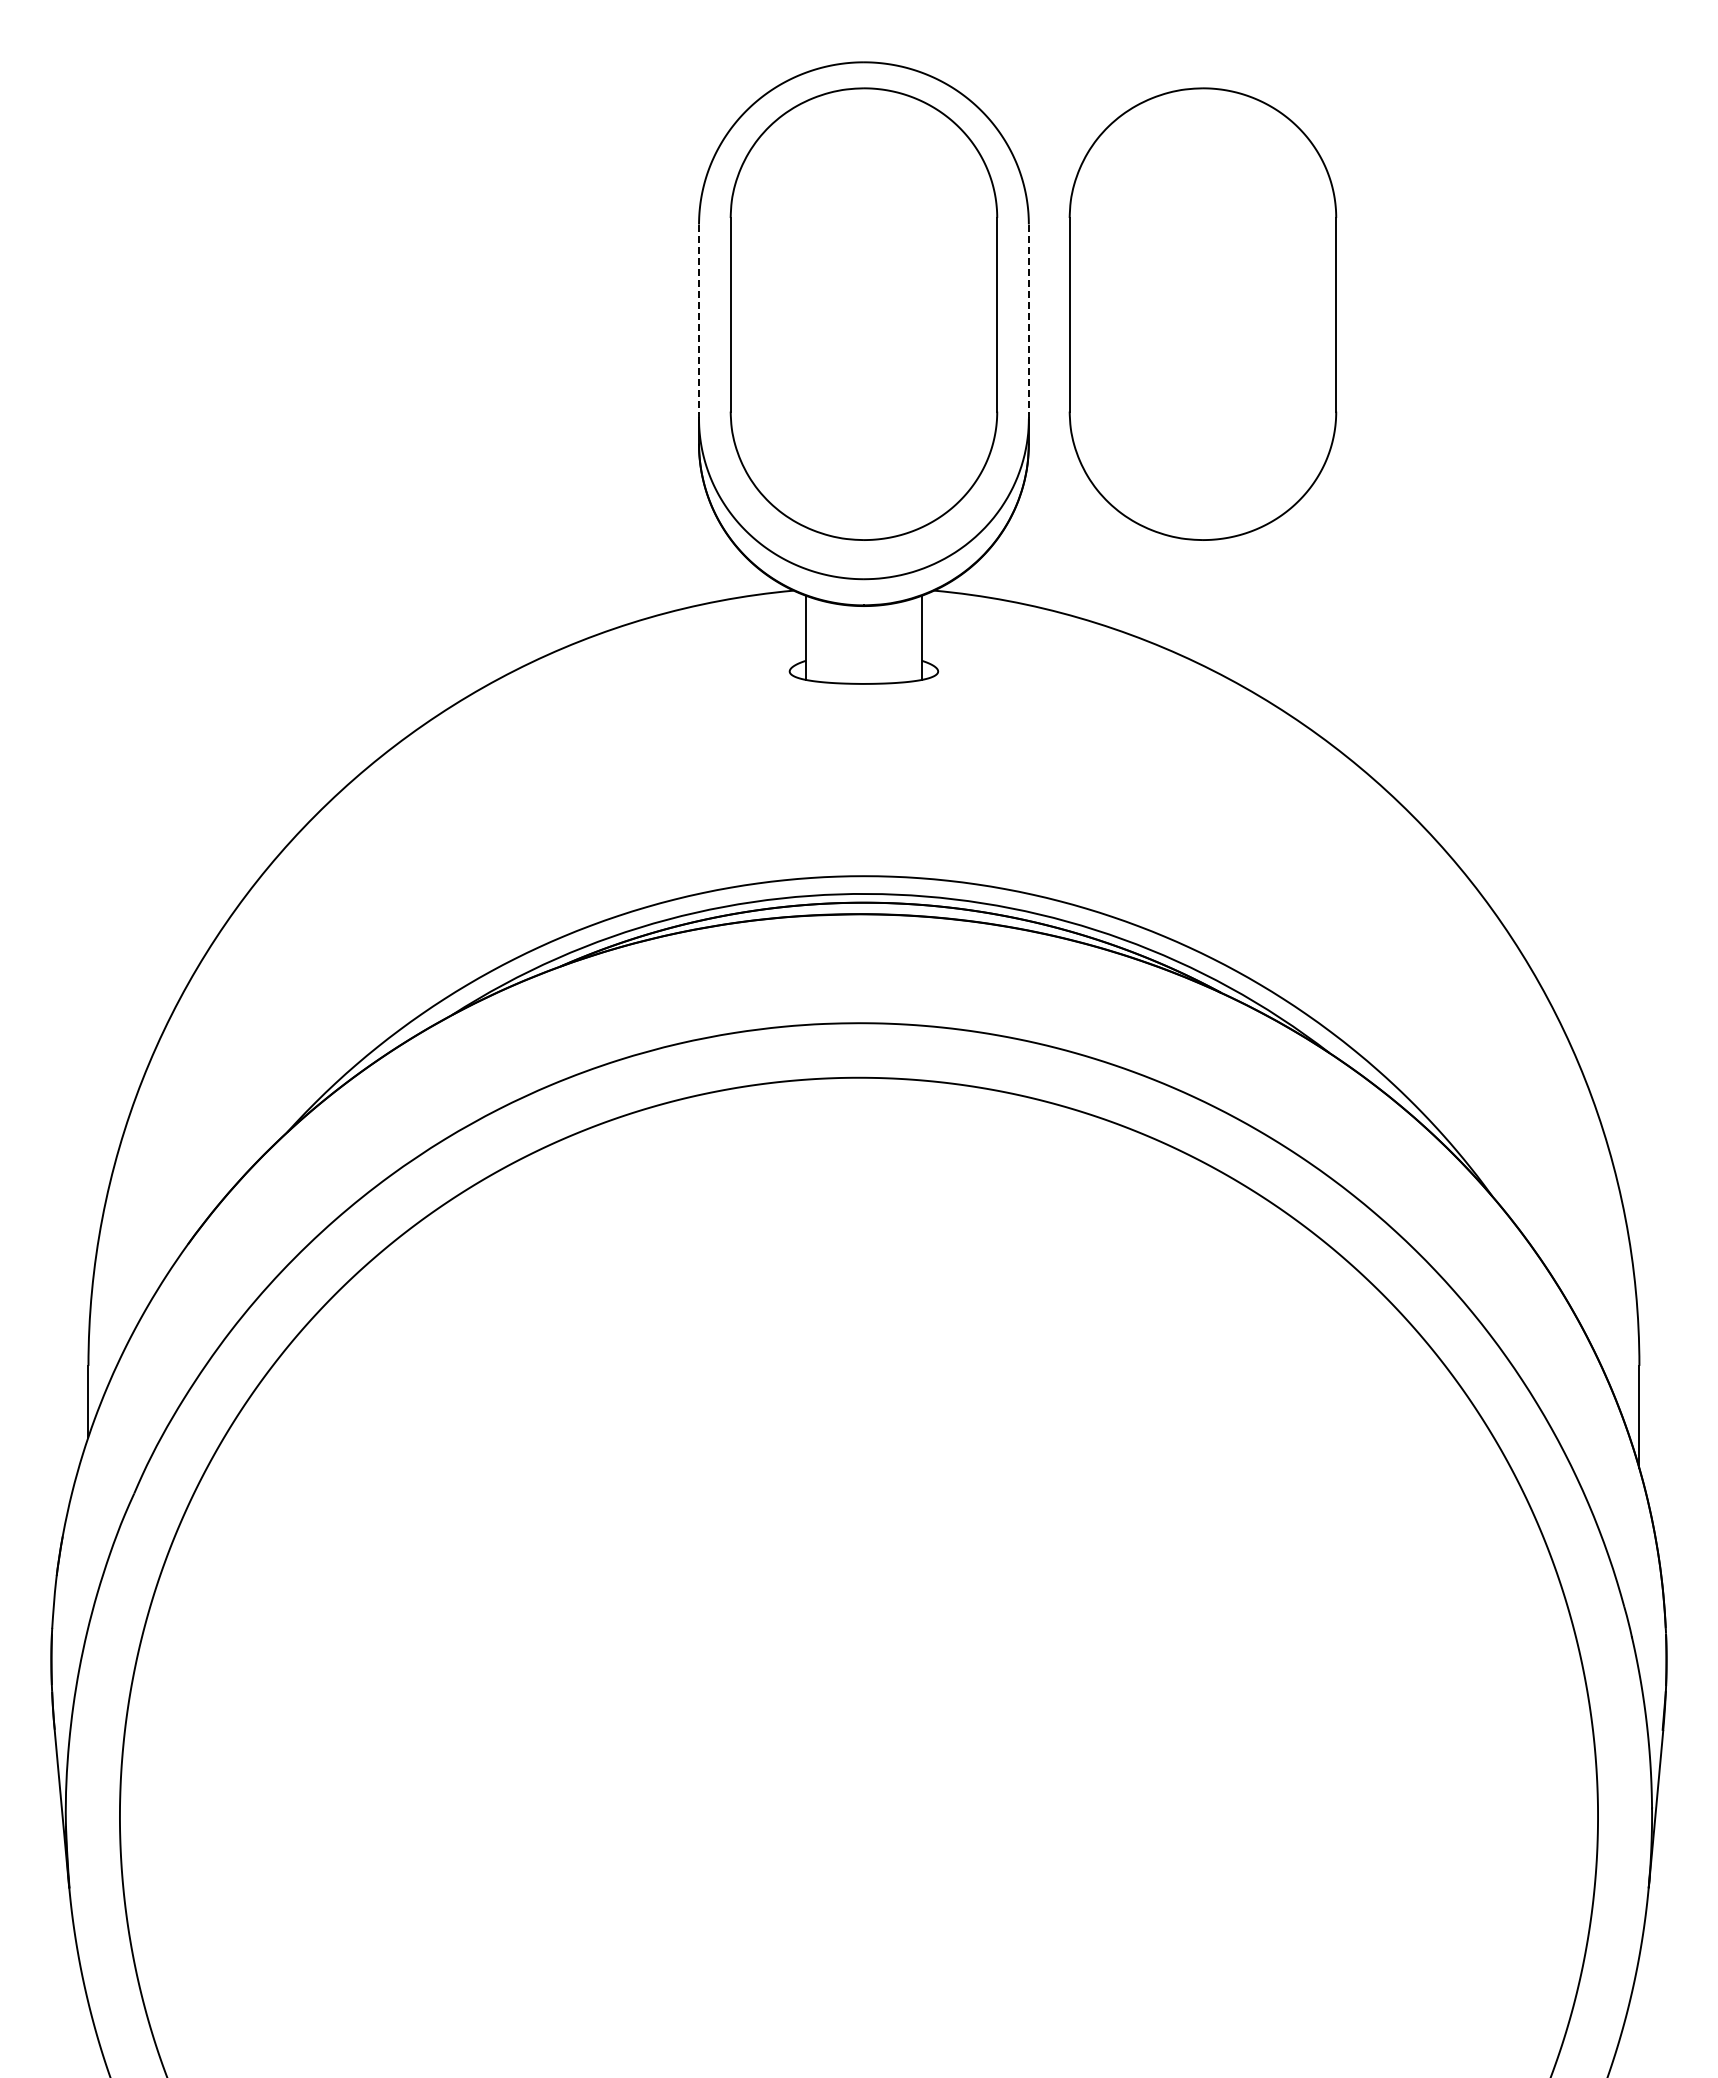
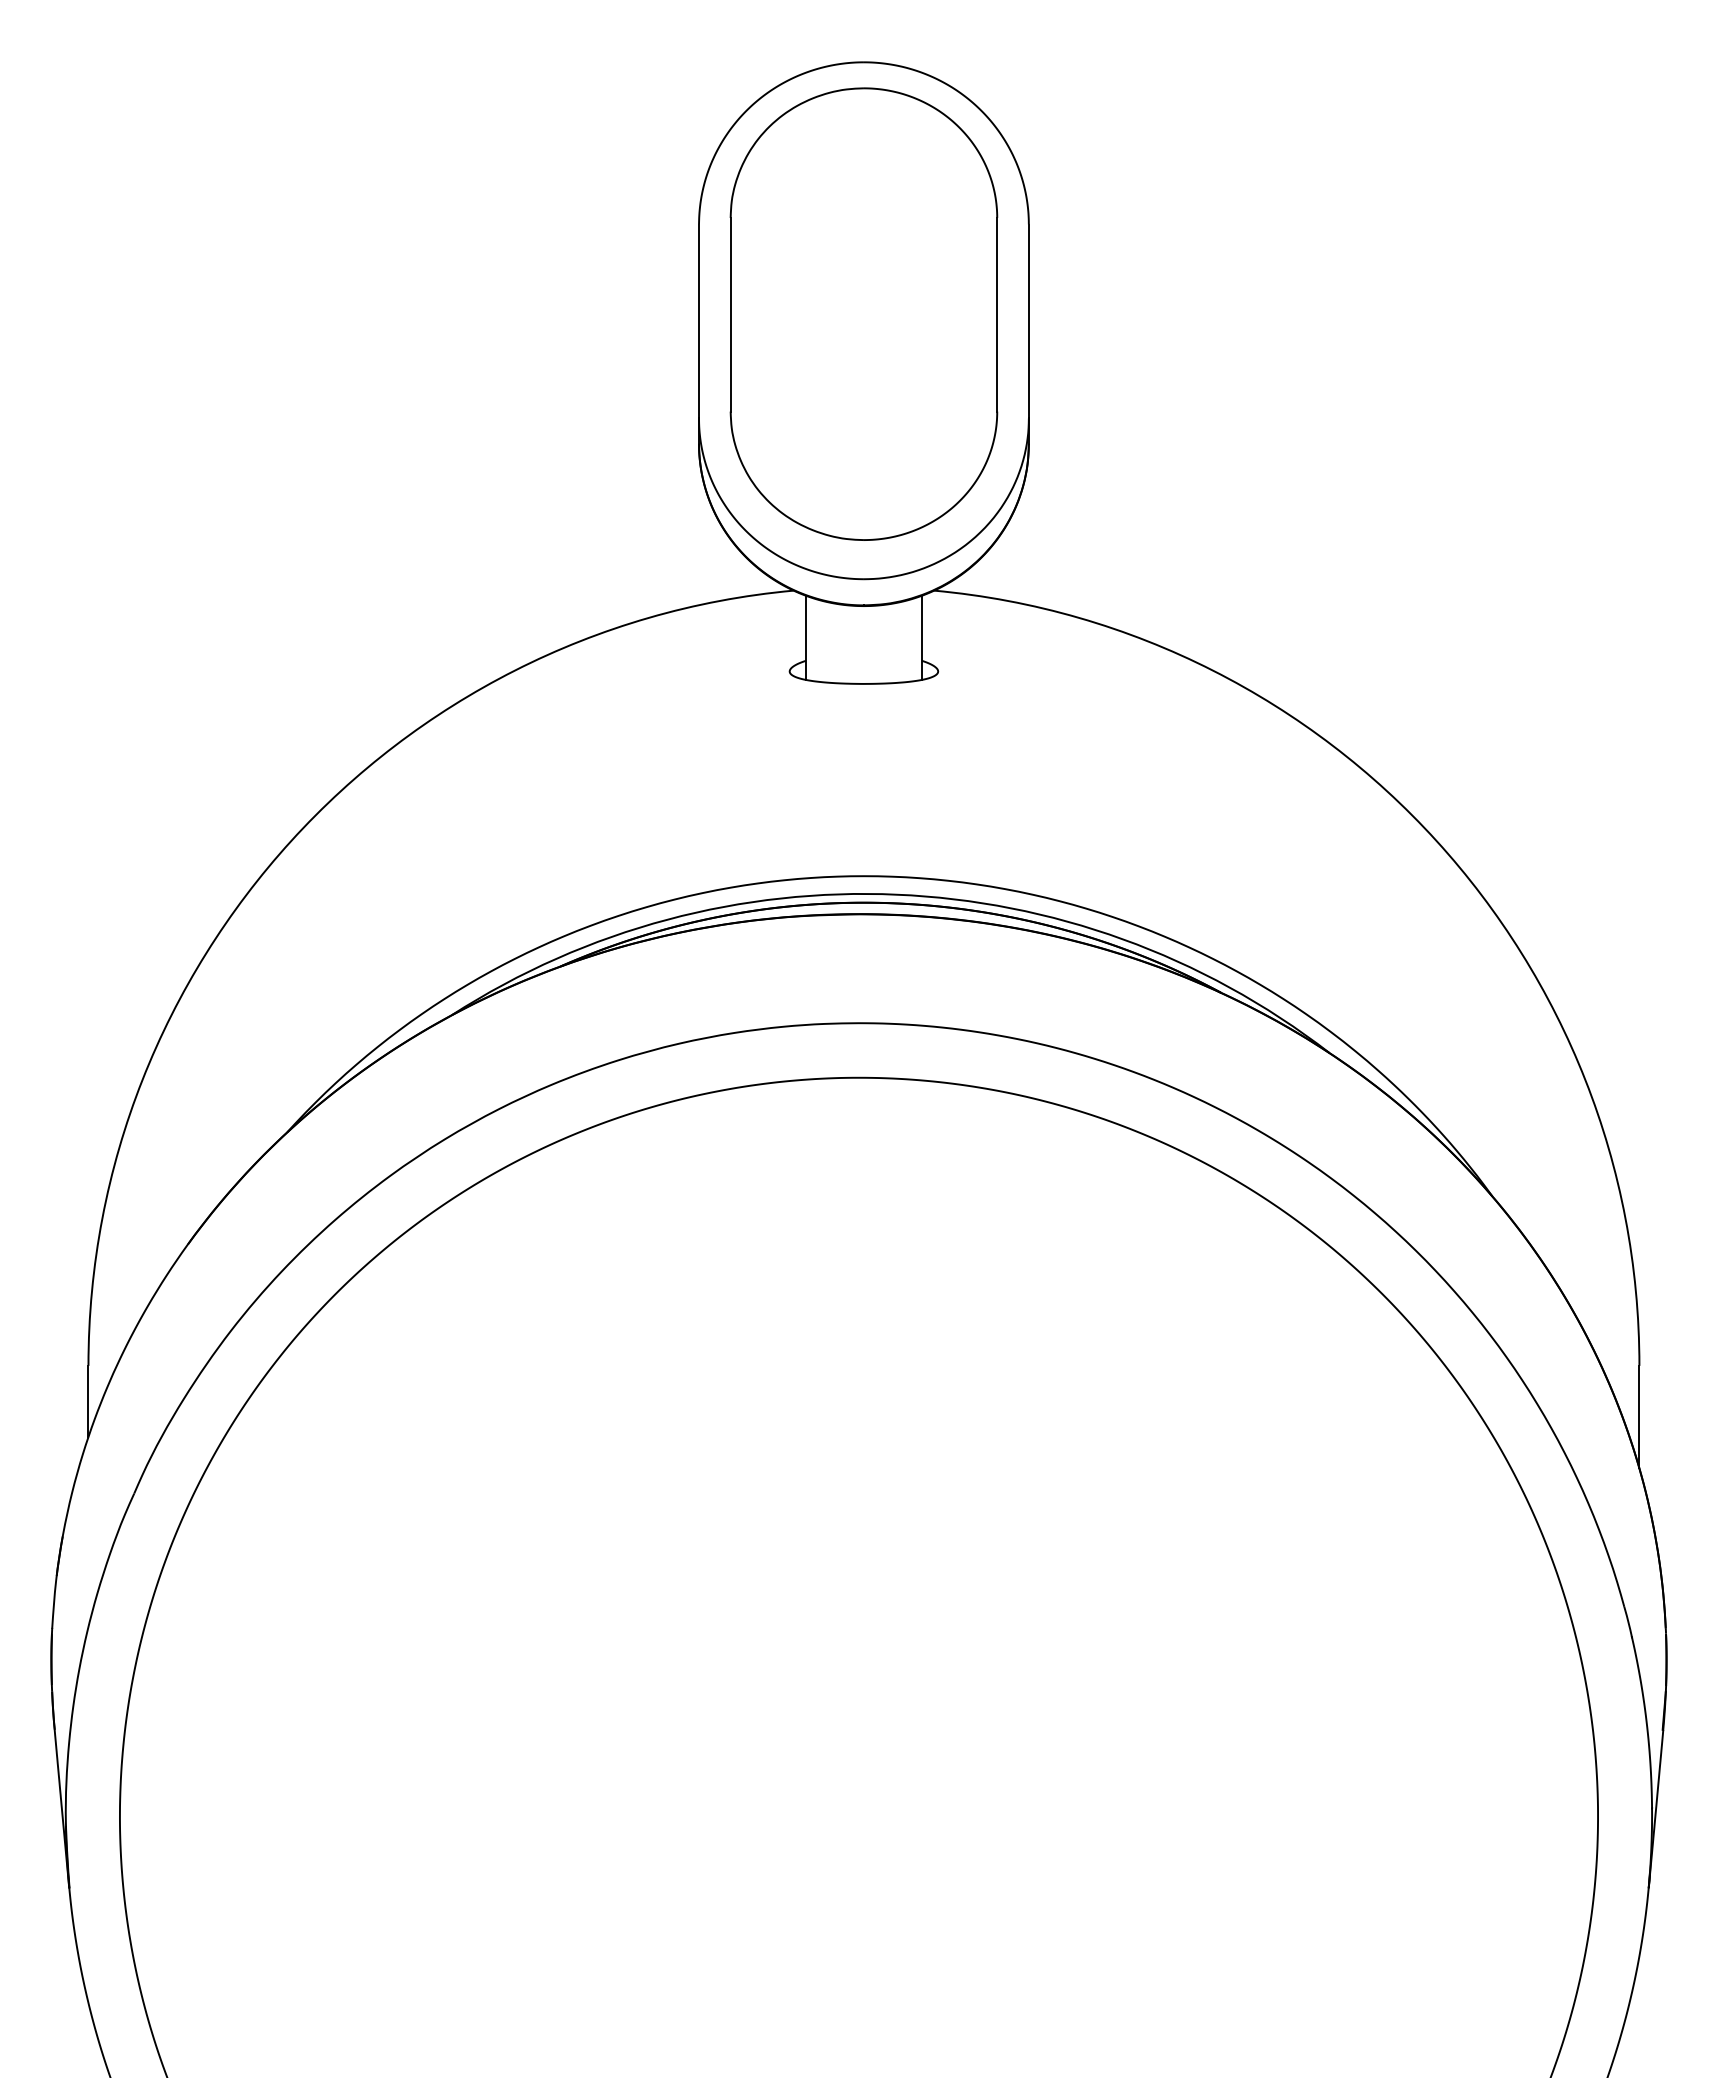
part at (1202, 313): present -> none
line at (699, 321): dashed -> solid
line at (1028, 321): dashed -> solid
